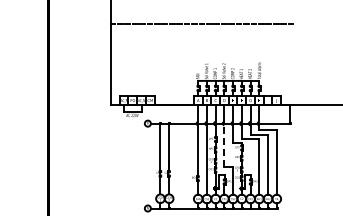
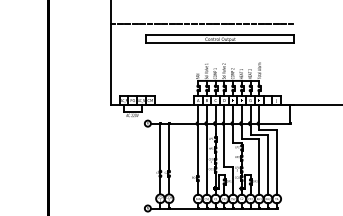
part at (219, 38): none -> present
line at (224, 146): dashed -> solid
